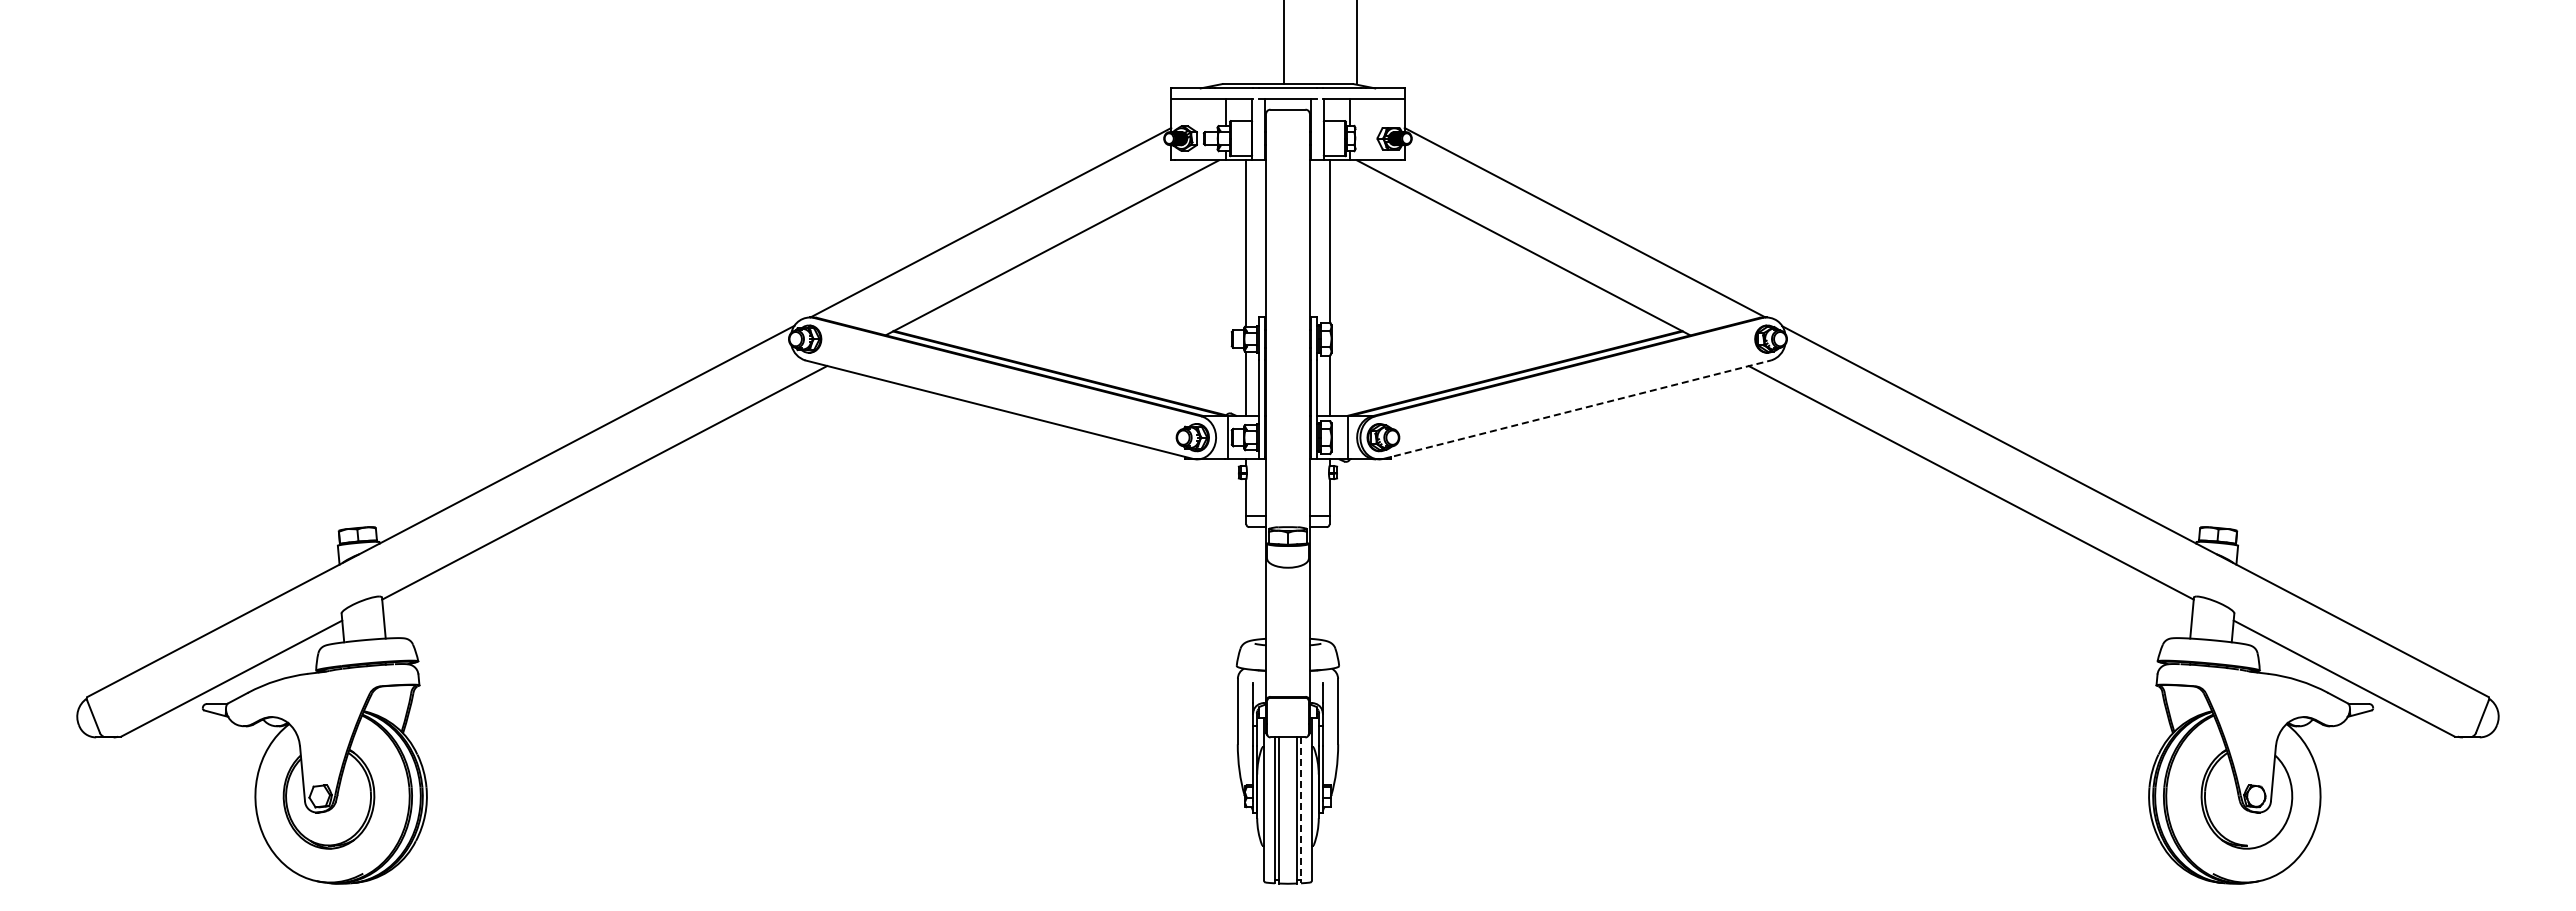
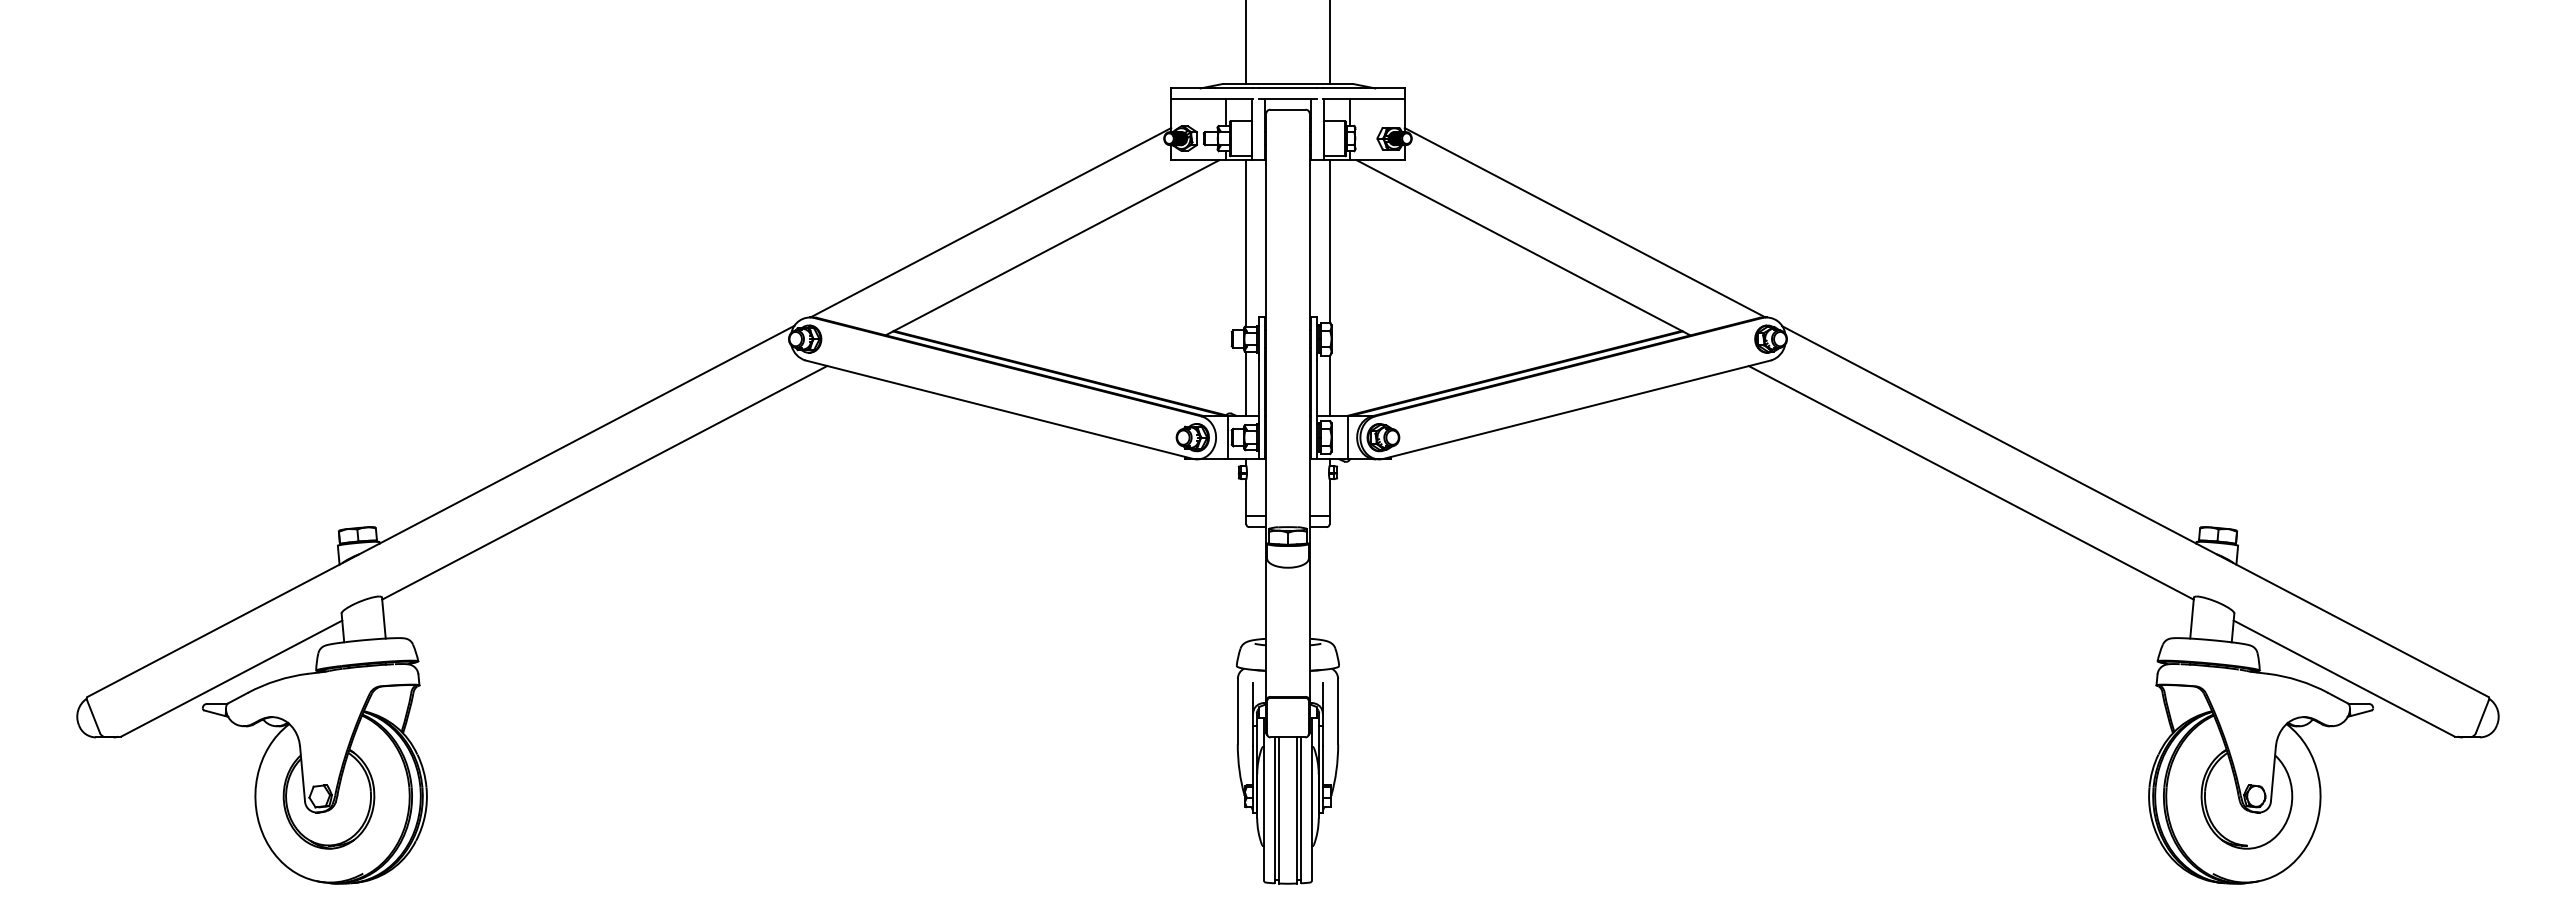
line at (1284, 43) position: (1284, 43) -> (1246, 43)
line at (1356, 43) position: (1356, 43) -> (1329, 43)
line at (1577, 409): dashed -> solid
line at (1301, 810): dashed -> solid
